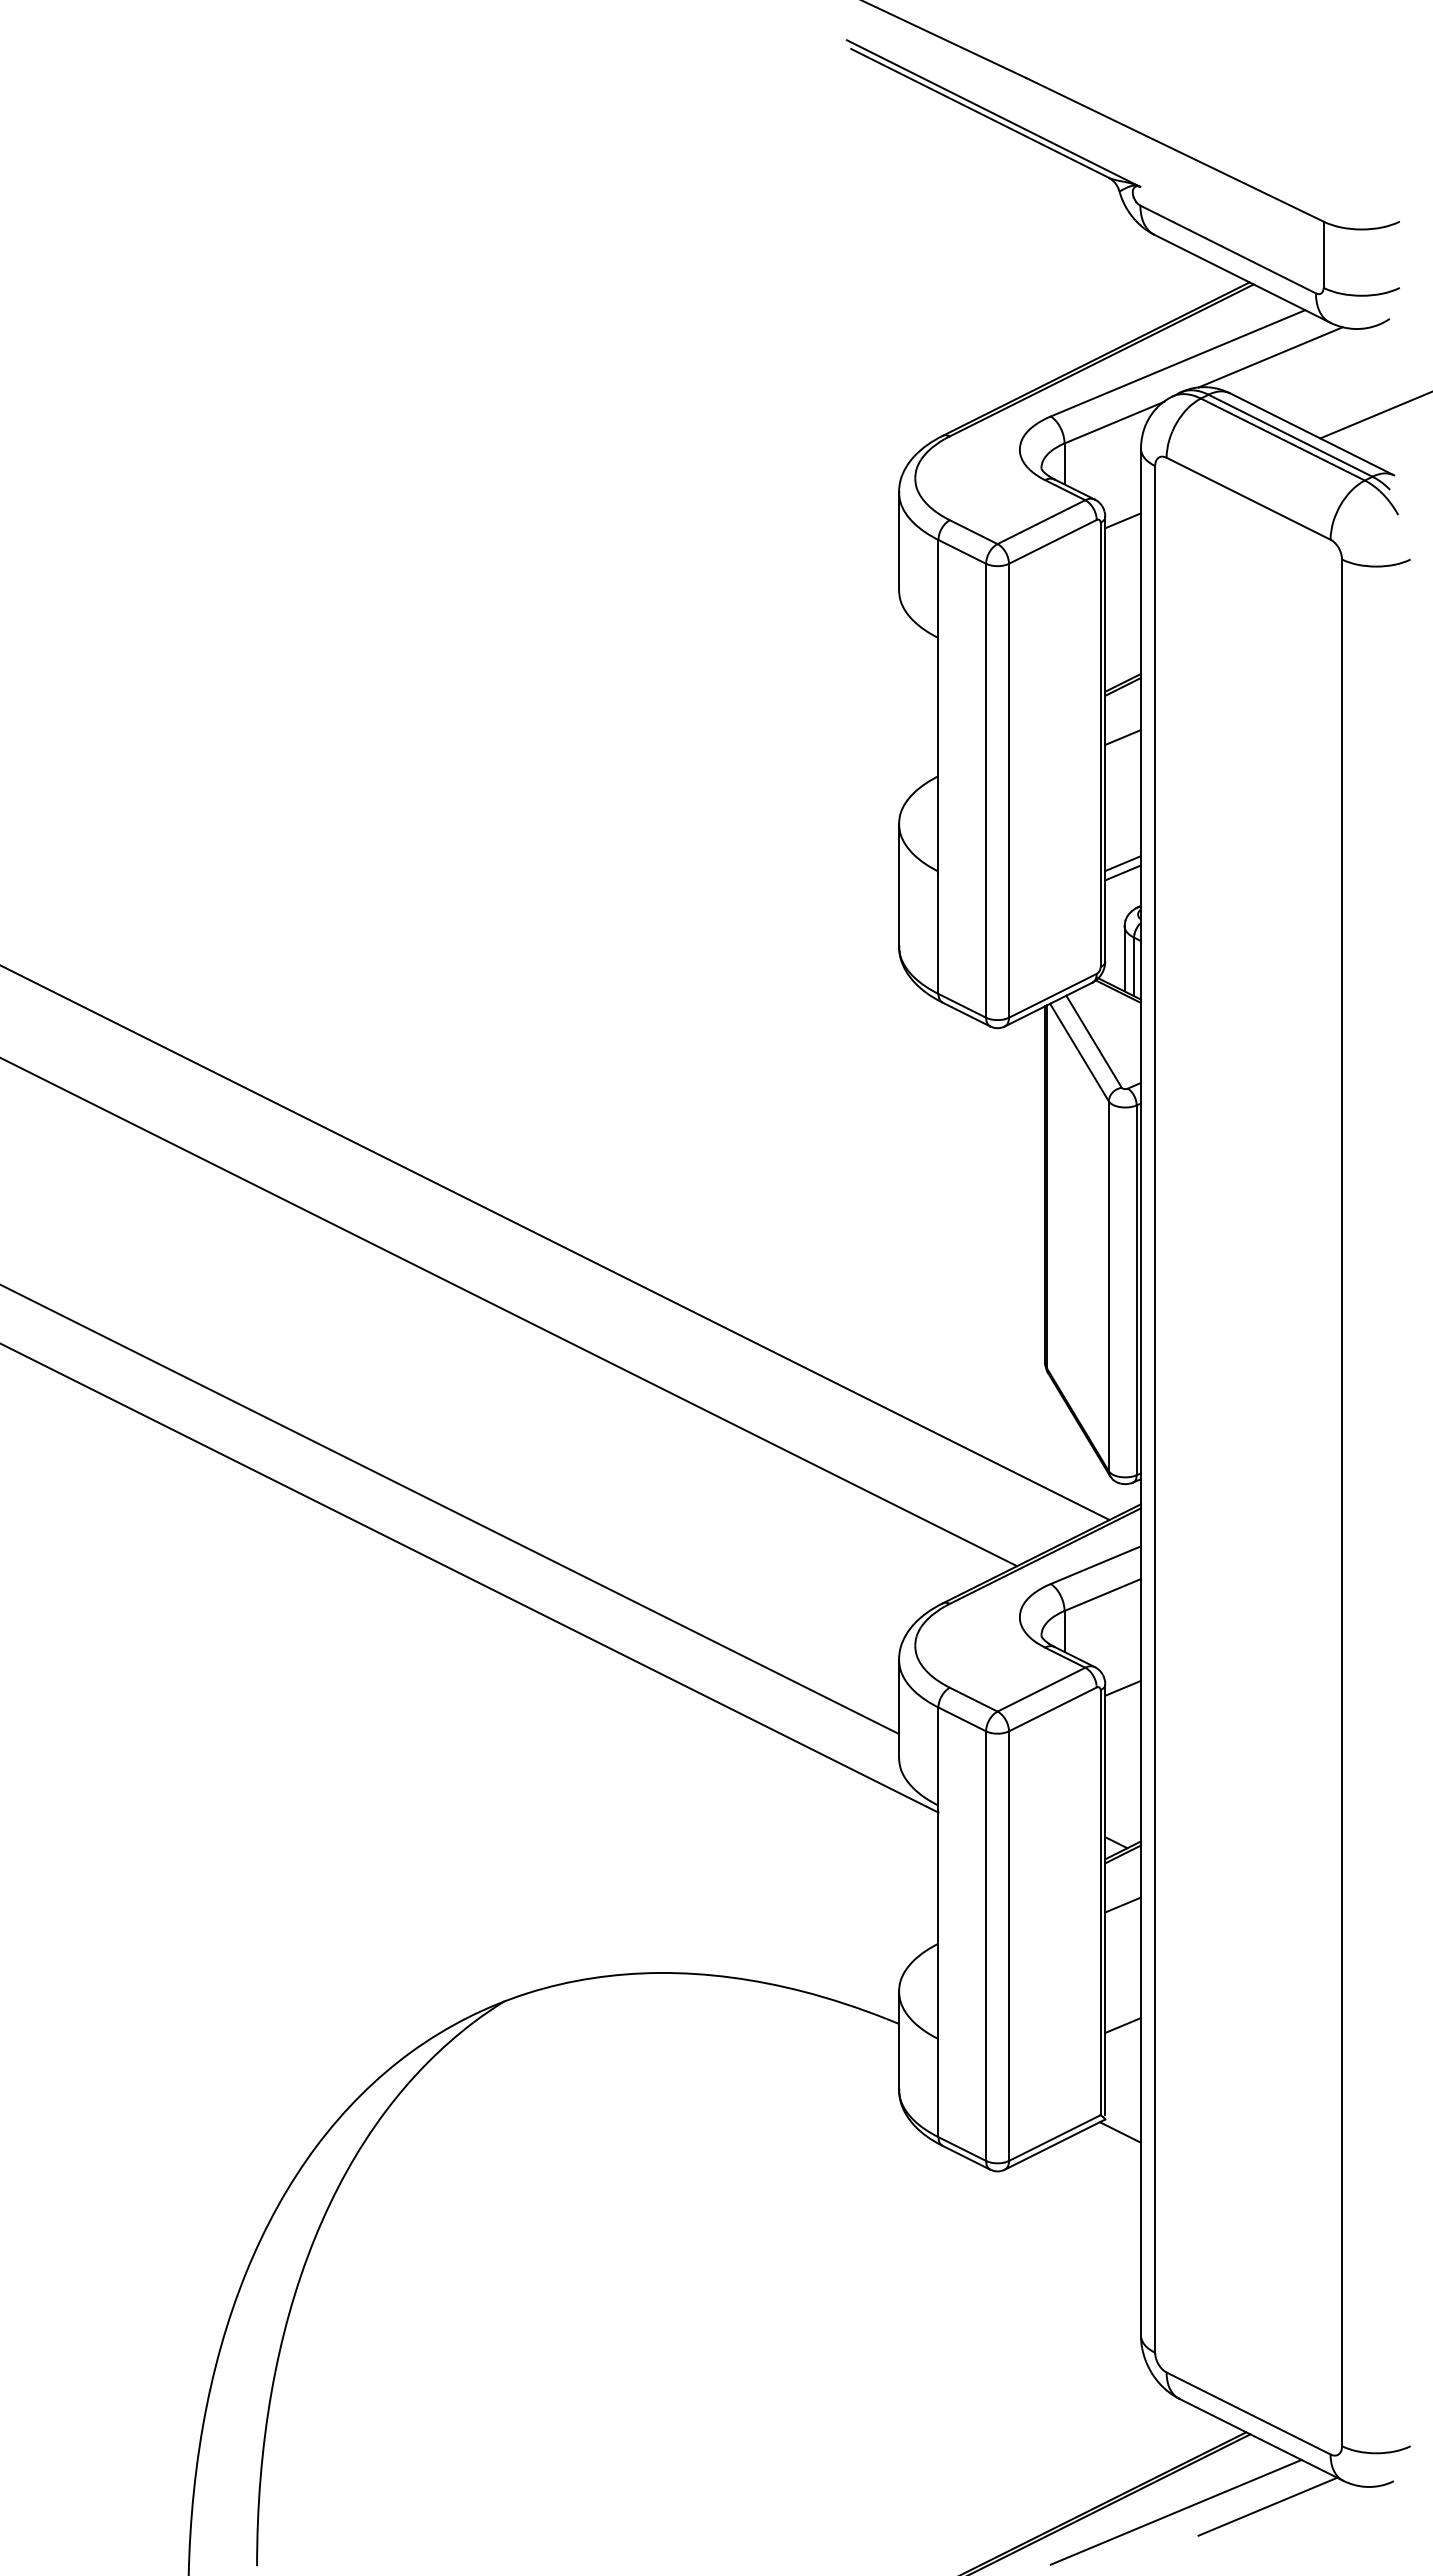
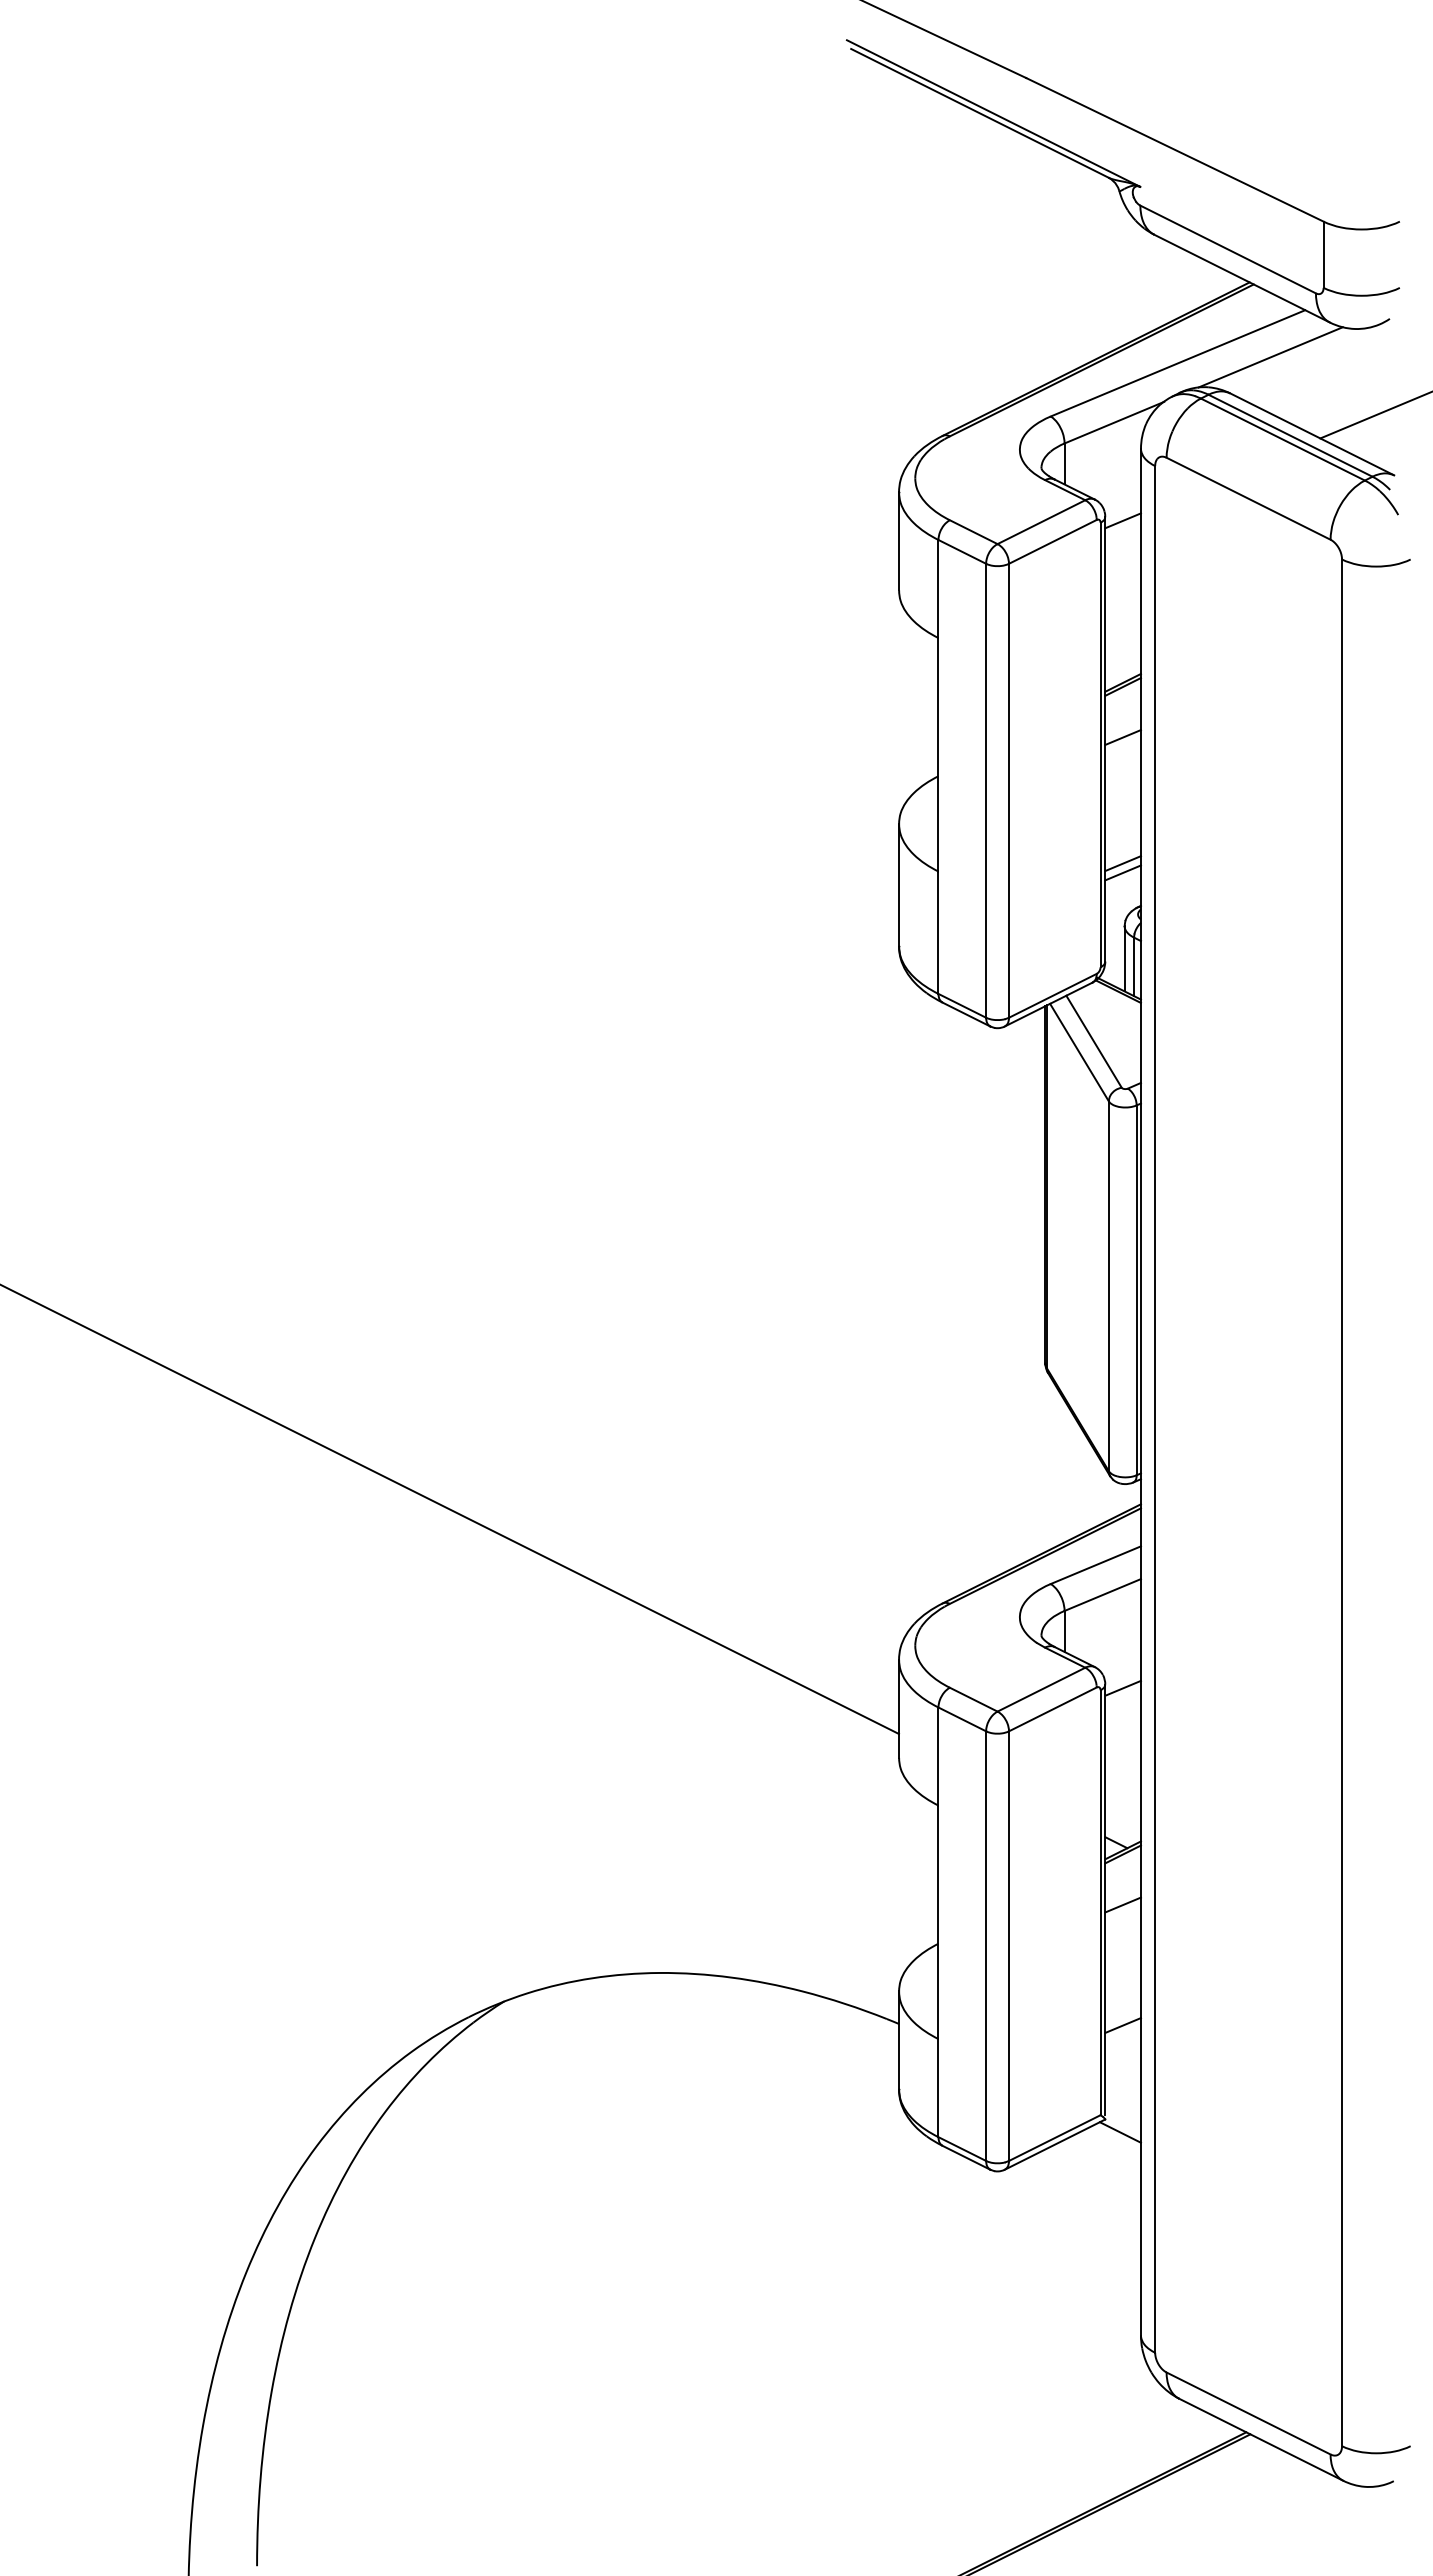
line at (555, 1242): present -> none
line at (509, 1312): present -> none
line at (470, 1578): present -> none
line at (1267, 2506): present -> none
line at (1175, 2511): present -> none
